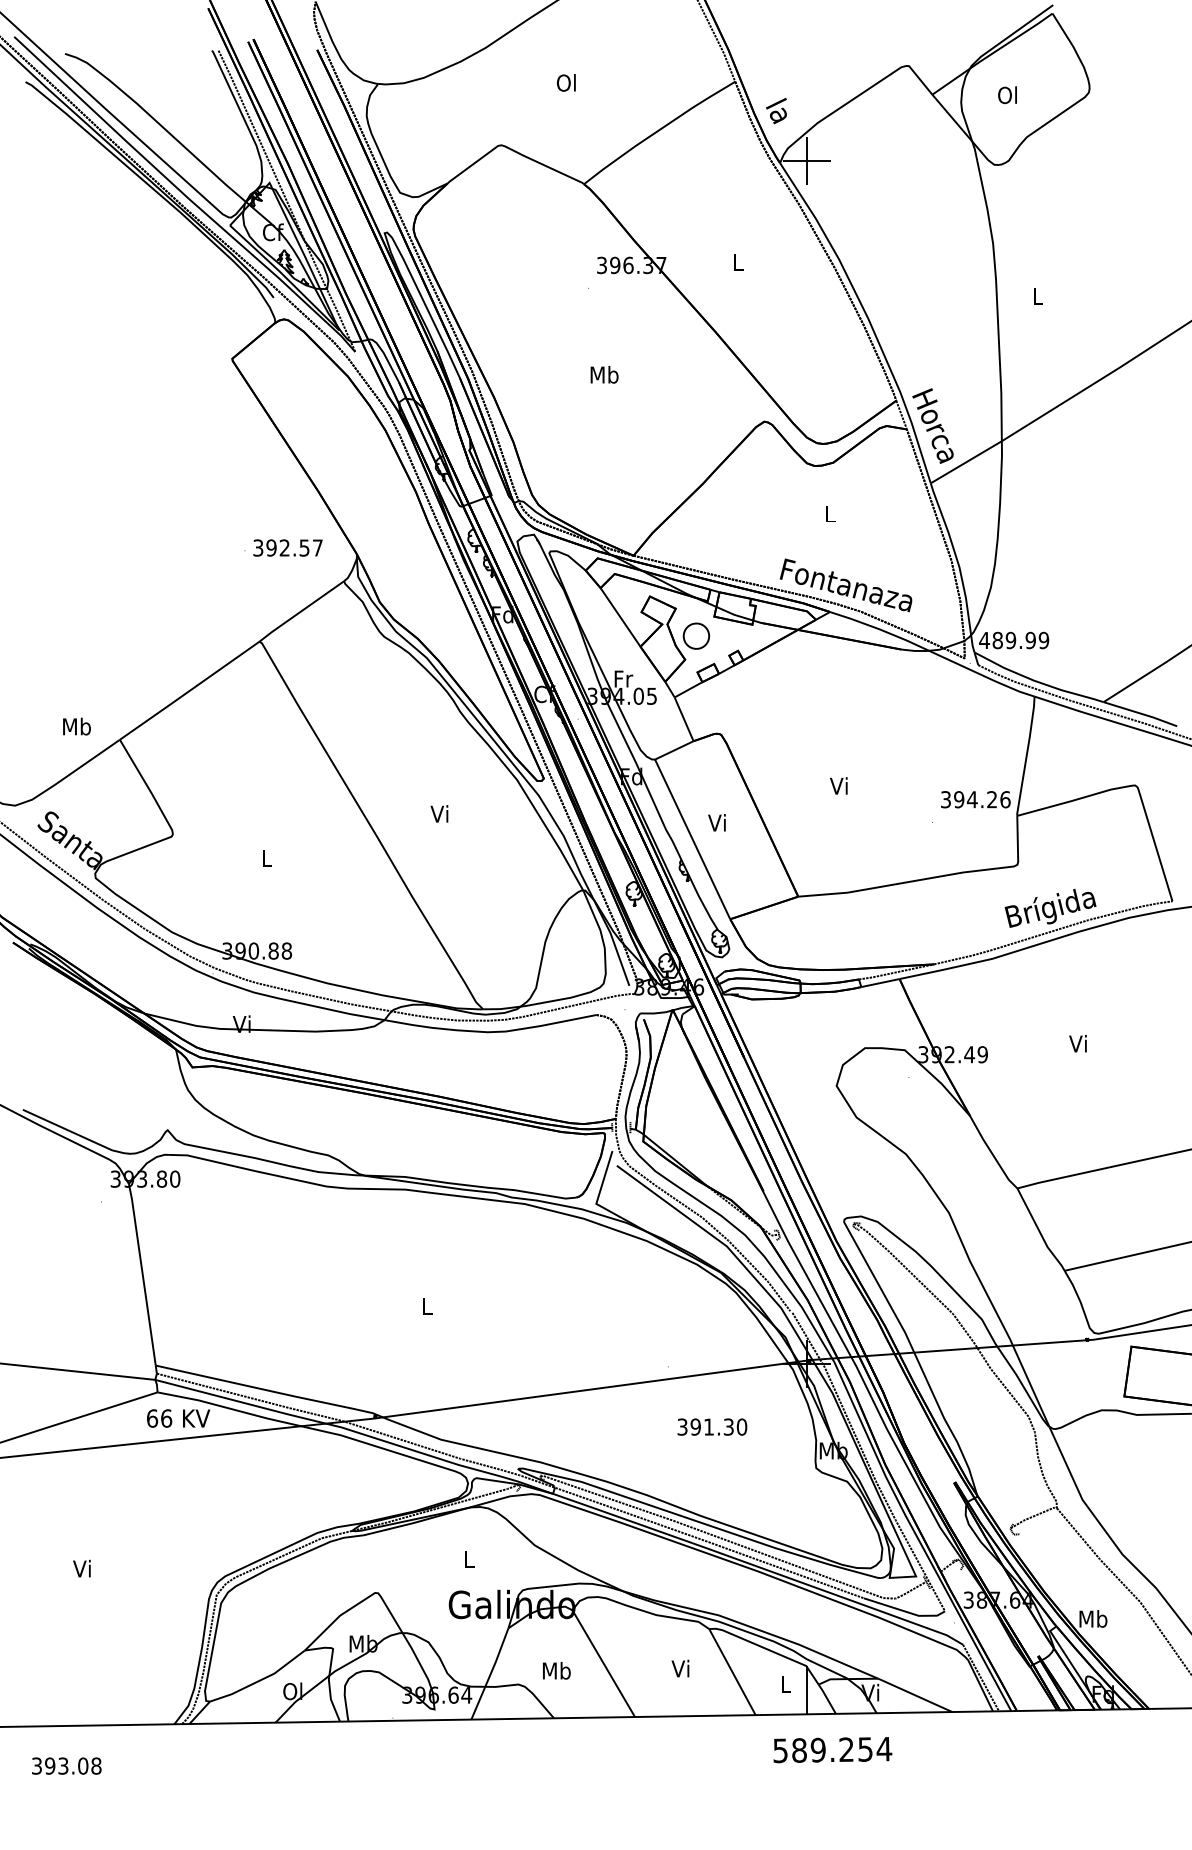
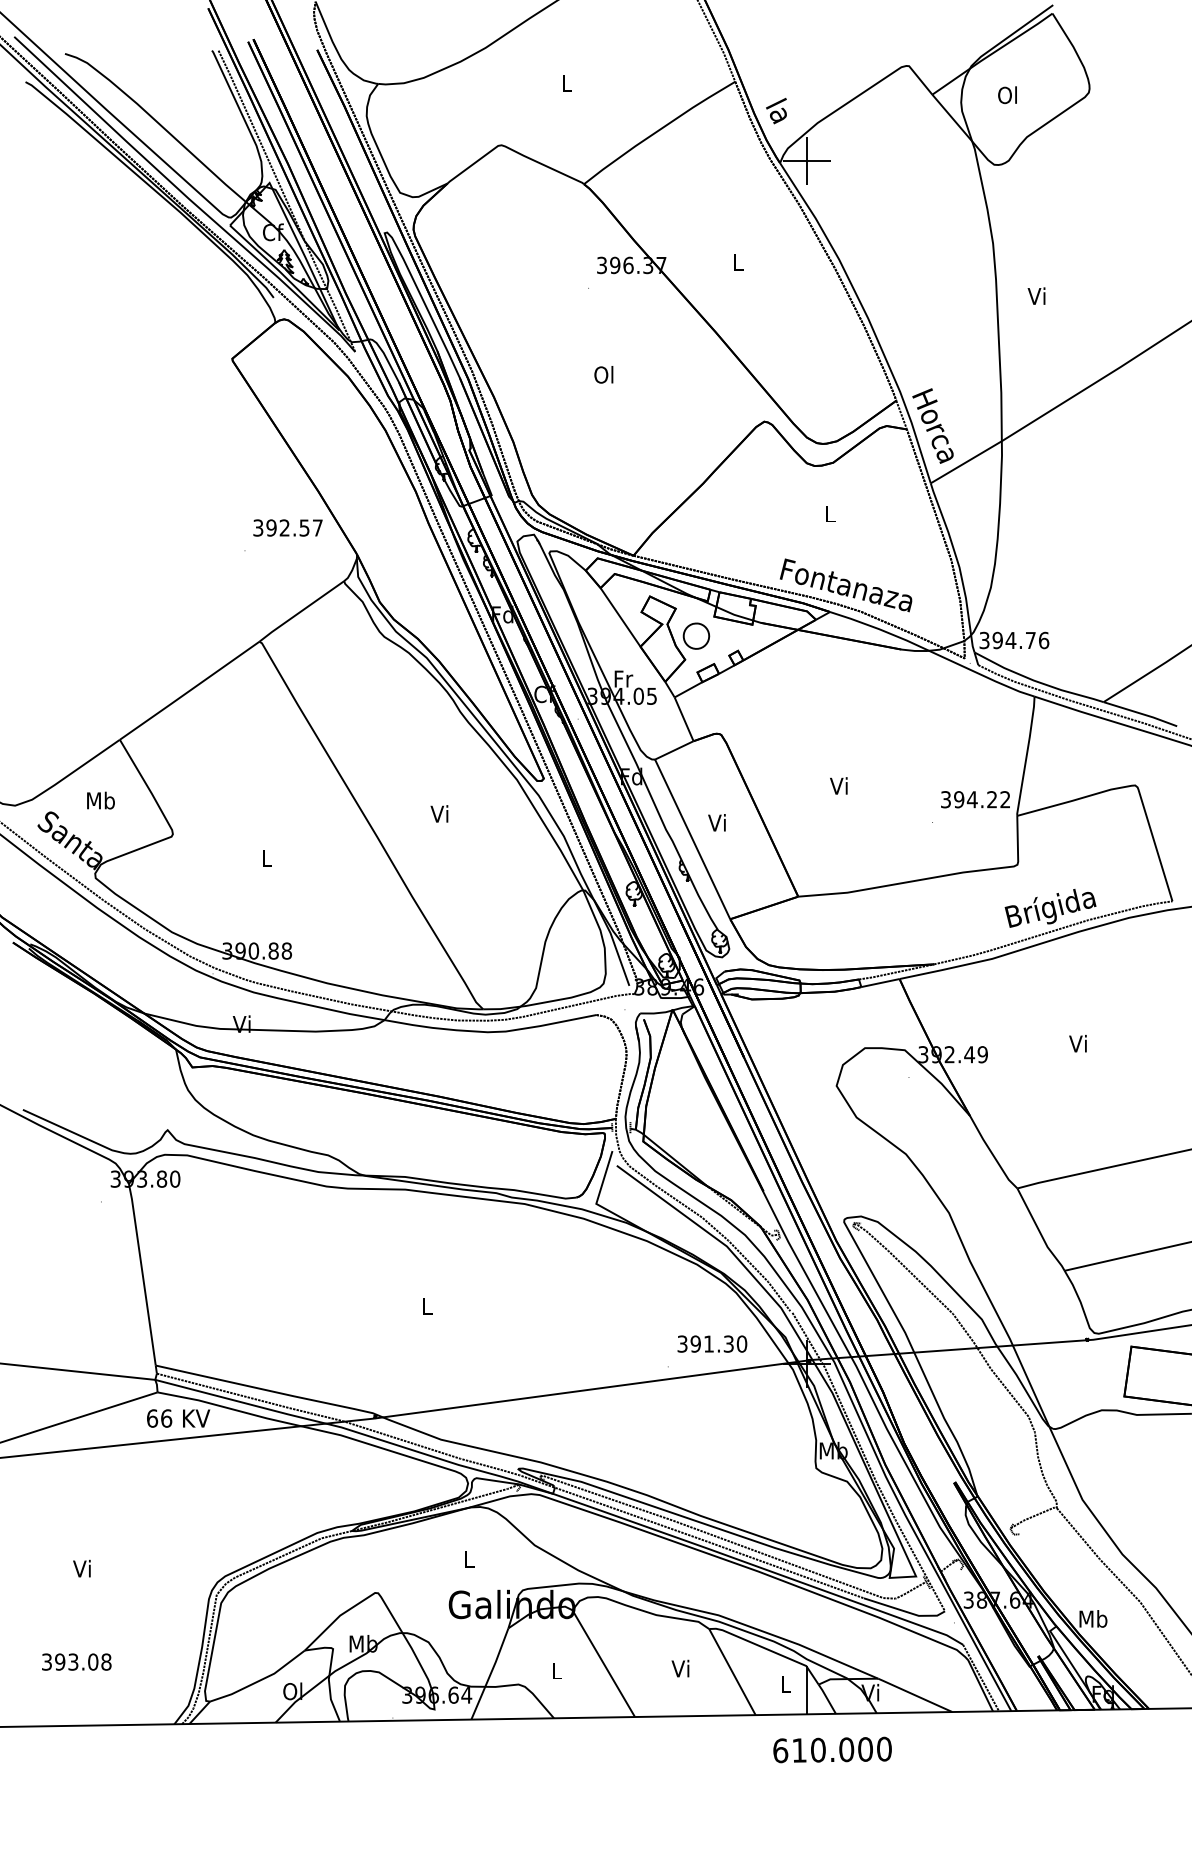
text at (565, 82): Ol -> L
text at (1036, 295): L -> Vi
text at (604, 374): Mb -> Ol
text at (287, 547) position: (287, 547) -> (287, 527)
text at (1014, 640): 489.99 -> 394.76
text at (76, 726) position: (76, 726) -> (100, 800)
text at (1005, 799): 394.26 -> 394.22
text at (712, 1426) position: (712, 1426) -> (712, 1343)
text at (556, 1670): Mb -> L
text at (832, 1749): 589.254 -> 610.000
text at (66, 1765) position: (66, 1765) -> (76, 1661)
